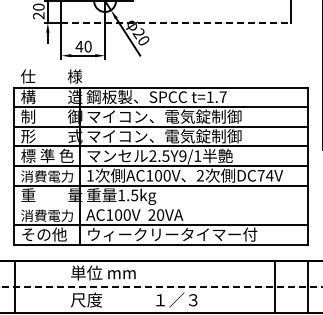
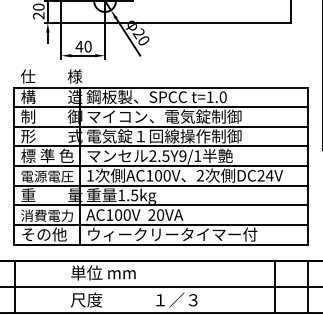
line at (176, 22): dashed -> solid
text at (222, 97): t=1.7 -> t=1.0
text at (148, 136): マイコン、電気錠制御 -> 電気錠１回線操作制御
text at (260, 175): DC74V -> DC24V
text at (47, 176): 消費電力 -> 電源電圧
line at (160, 205): none -> present
line at (161, 287): dashed -> solid
